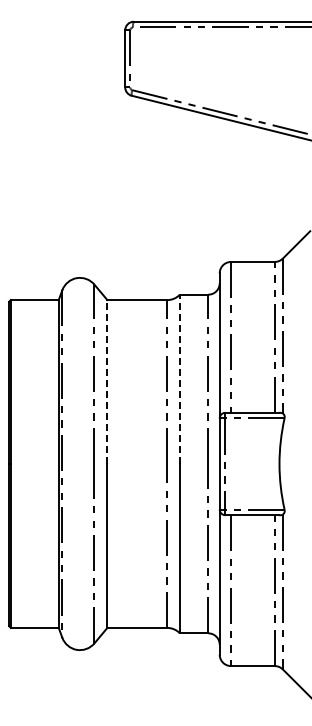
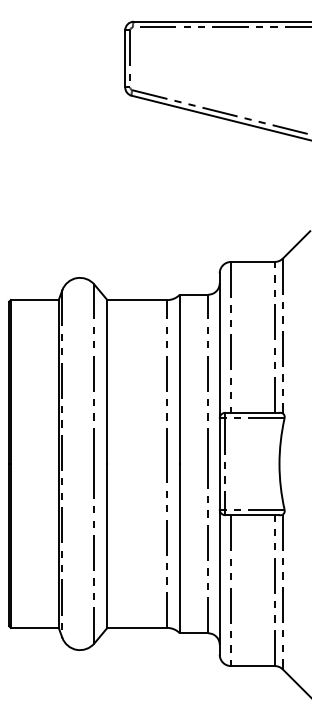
line at (179, 379): dashed -> solid
line at (107, 382): dashed -> solid
